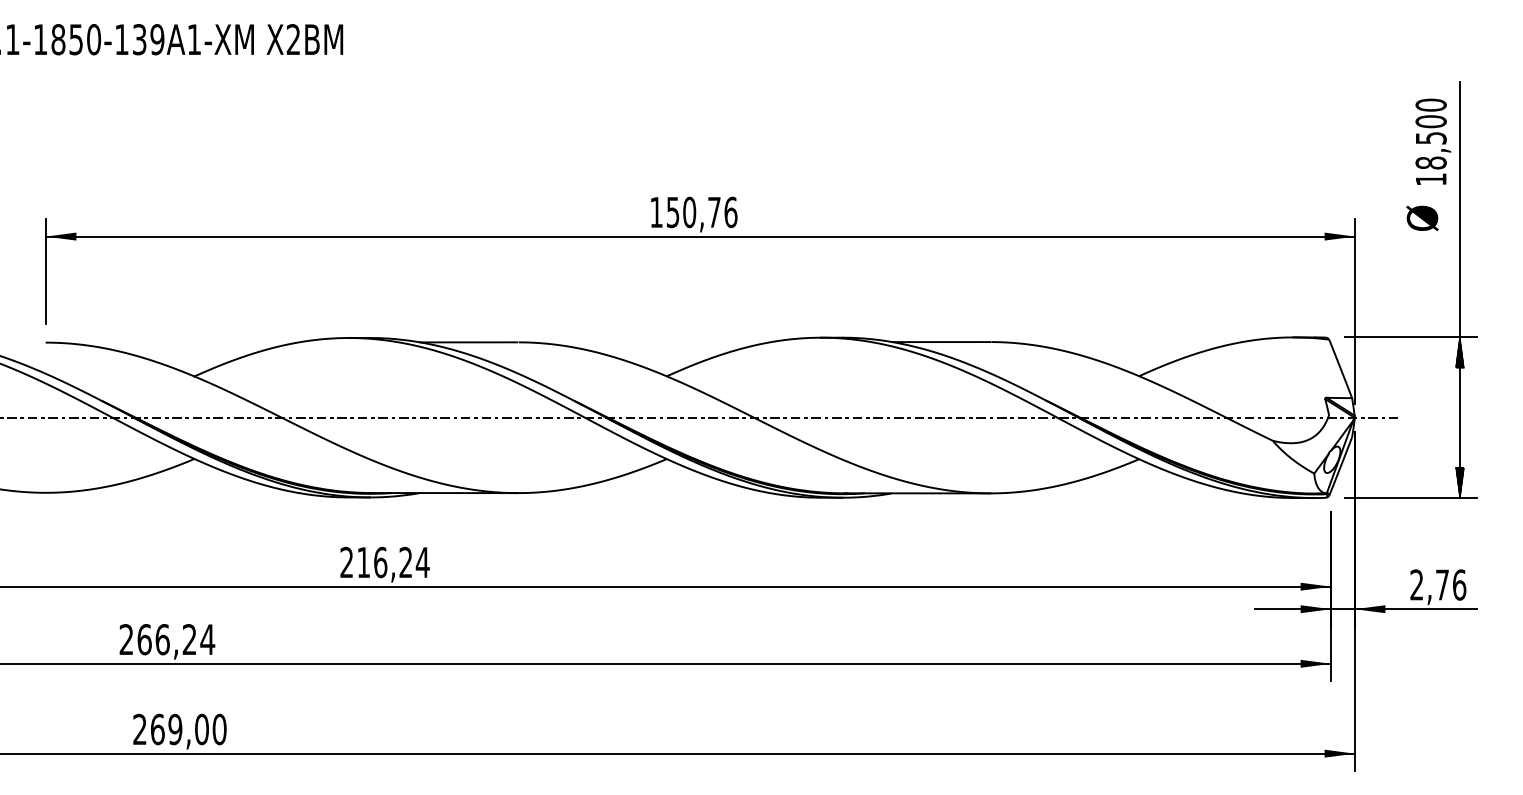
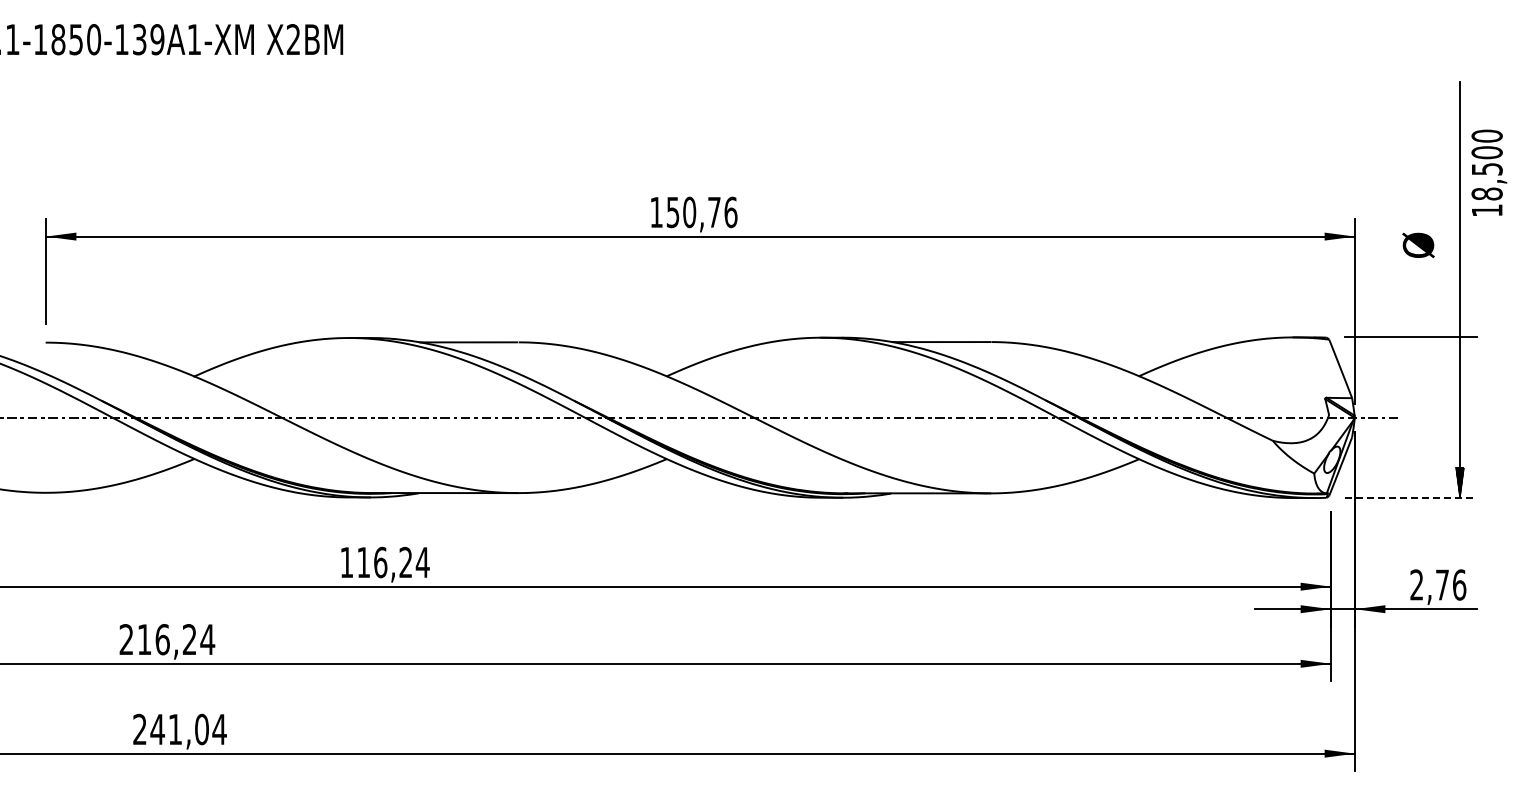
text at (1433, 141) position: (1433, 141) -> (1489, 172)
text at (1422, 217) position: (1422, 217) -> (1418, 244)
hatch at (1459, 352): present -> none
line at (1411, 498): solid -> dashed
text at (346, 561): 216,24 -> 116,24
text at (144, 639): 266,24 -> 216,24
text at (188, 729): 269,00 -> 241,04
